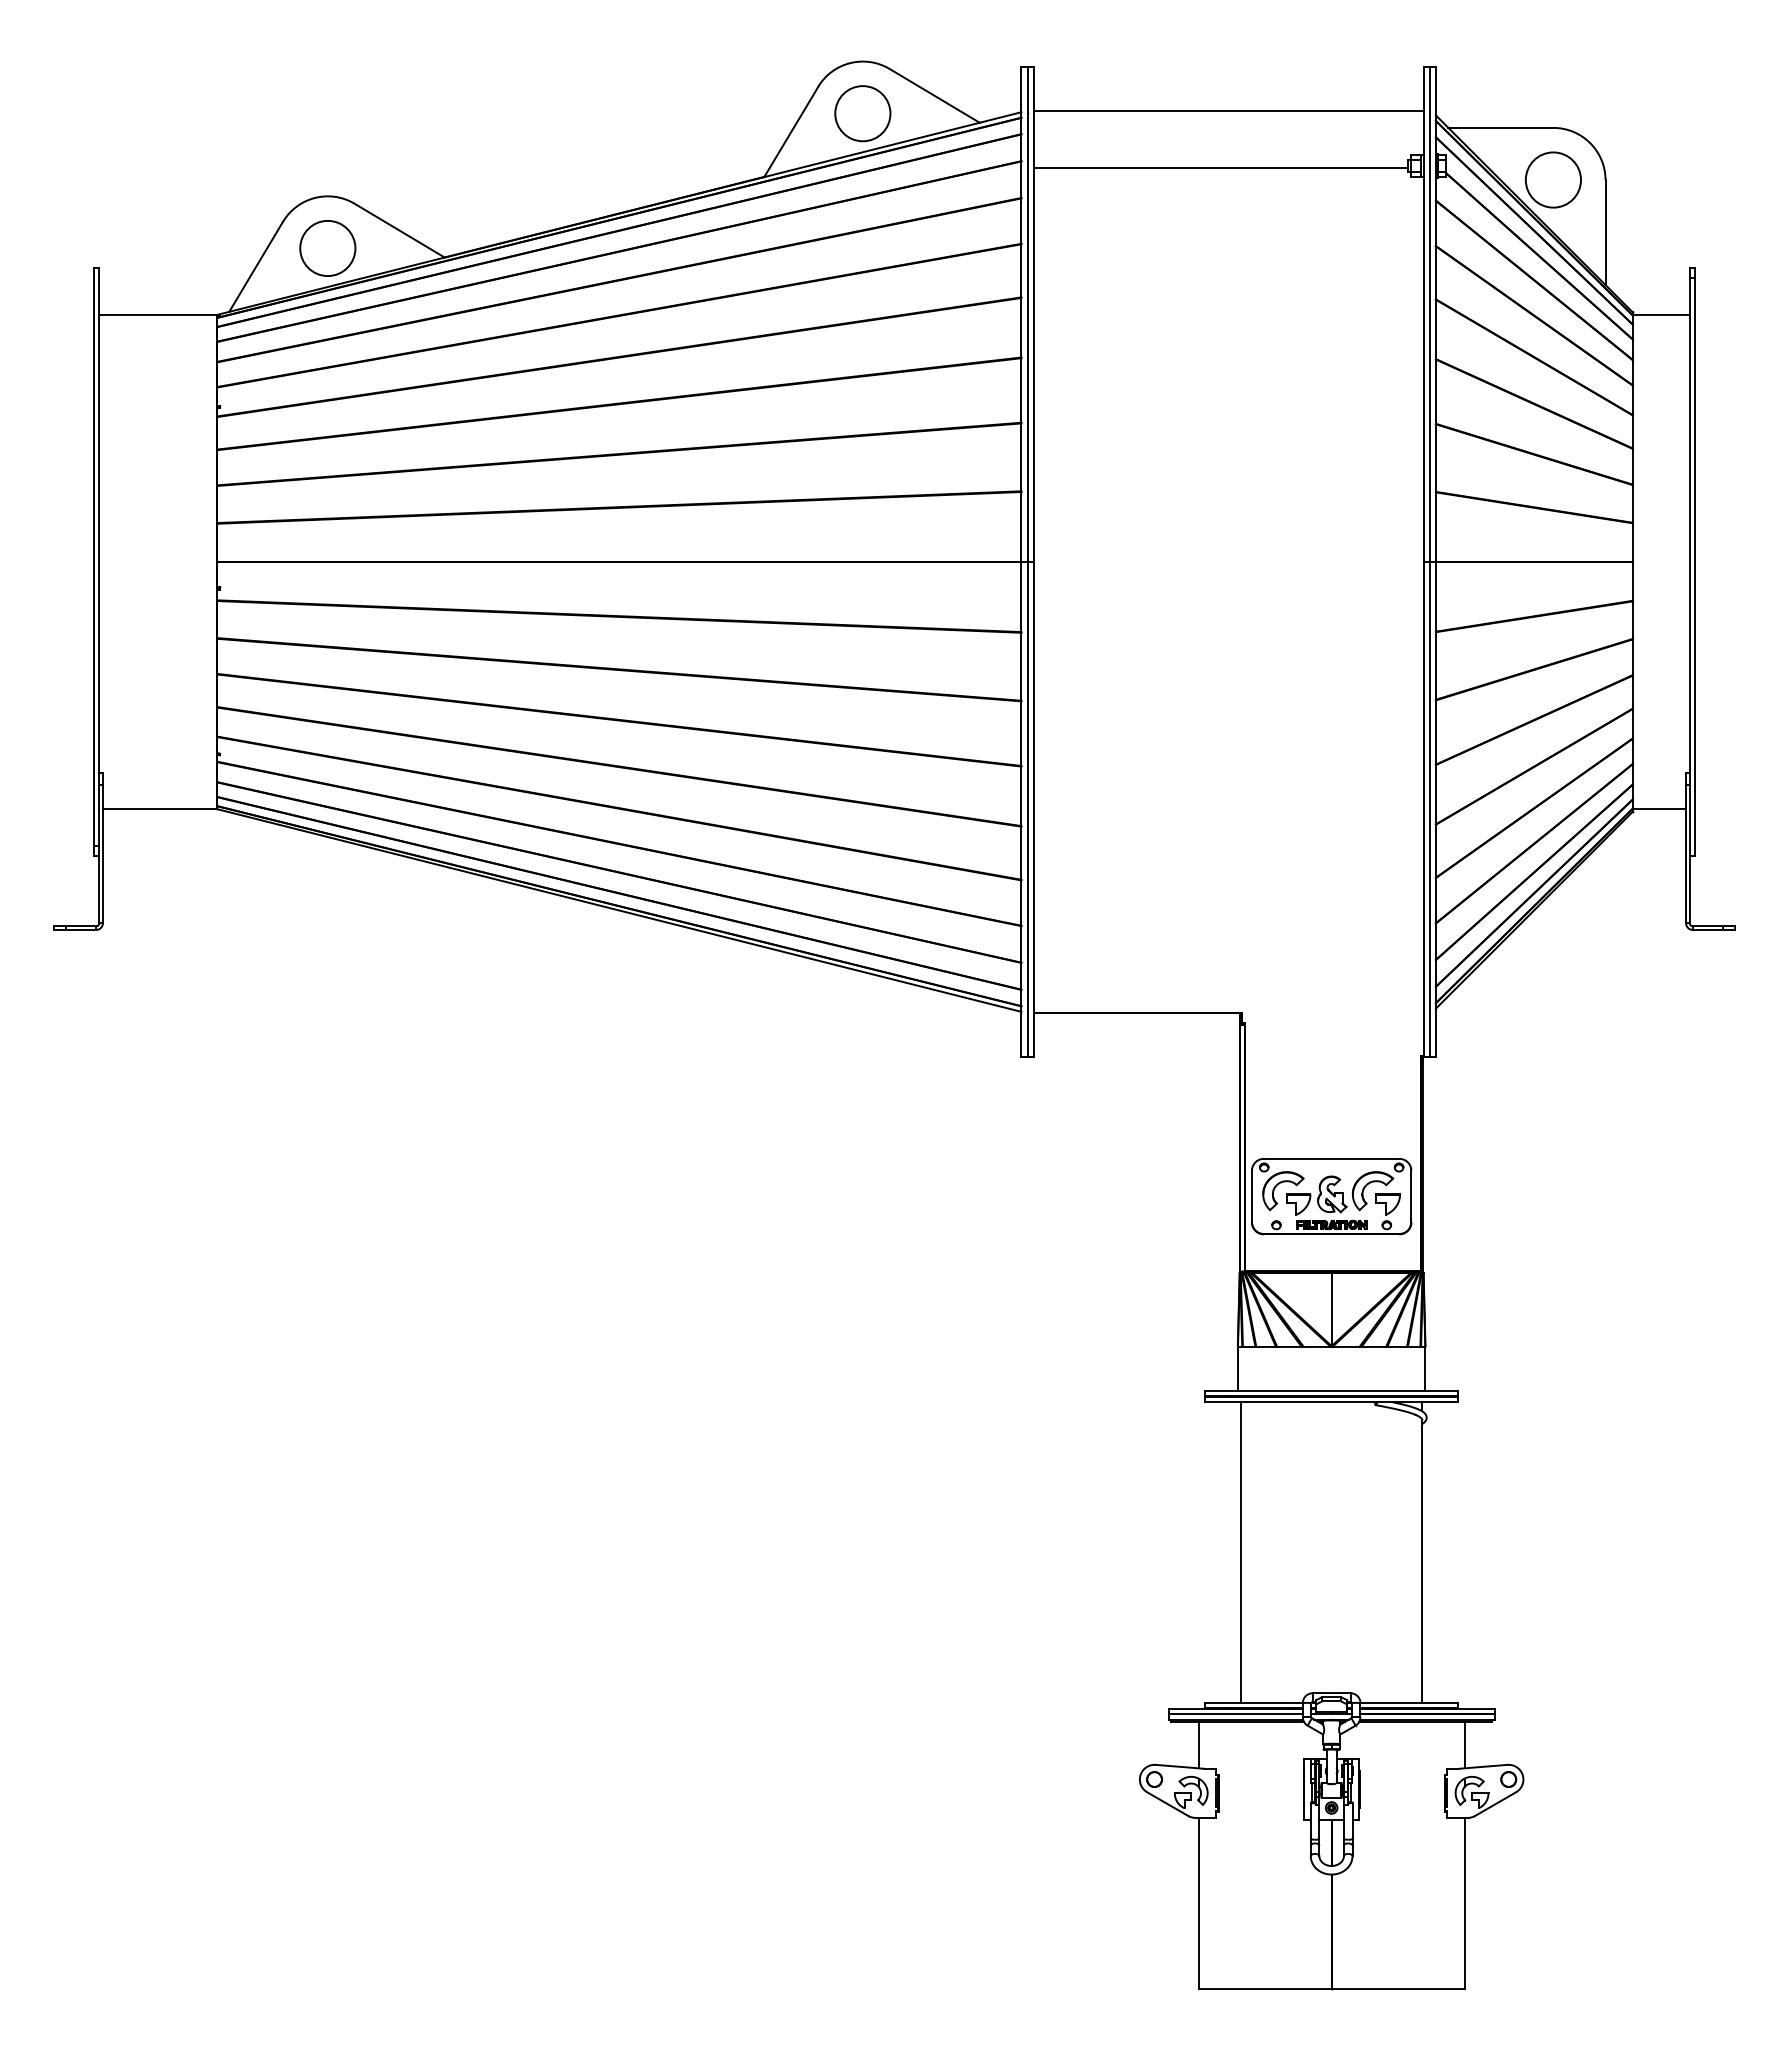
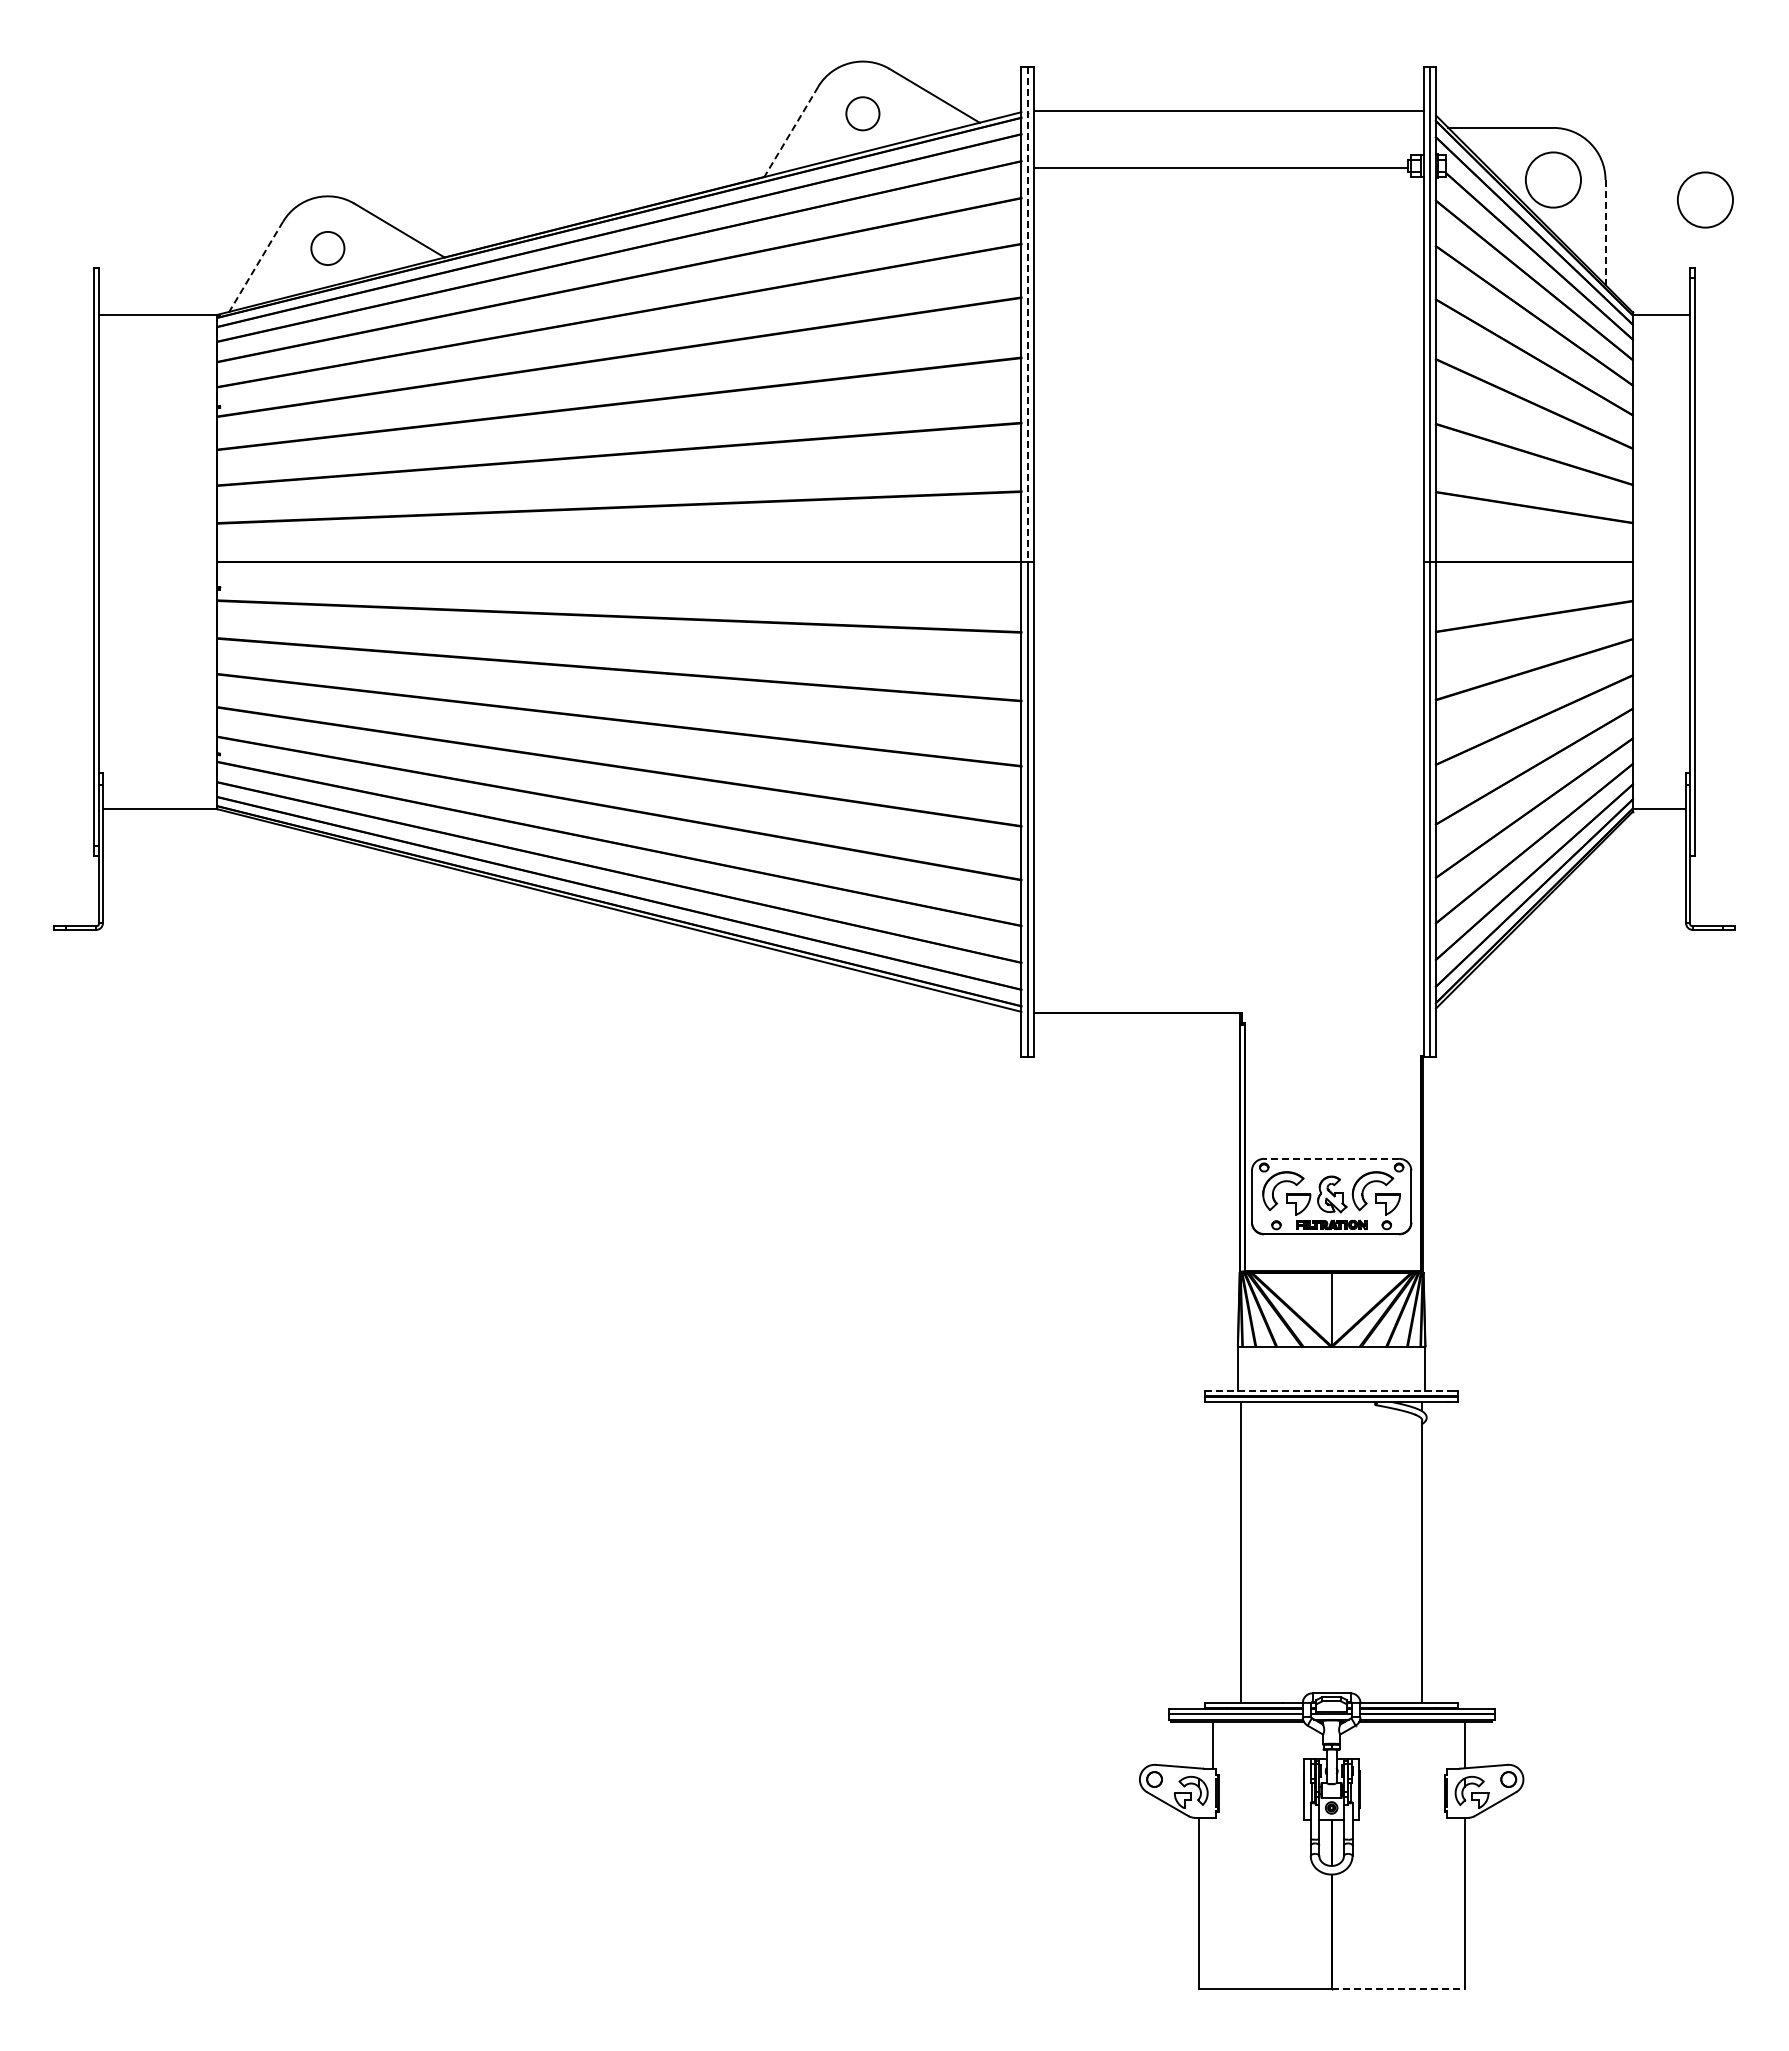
circle at (862, 113) size: 58x58 px -> 36x36 px
line at (791, 132): solid -> dashed
circle at (1704, 199): none -> present
line at (1605, 233): solid -> dashed
circle at (327, 248) size: 58x57 px -> 36x35 px
line at (255, 267): solid -> dashed
line at (1027, 315): solid -> dashed
line at (1331, 1158): solid -> dashed
line at (1326, 1391): solid -> dashed
line at (1198, 1745) position: (1198, 1745) -> (1212, 1745)
line at (1398, 1989): solid -> dashed
